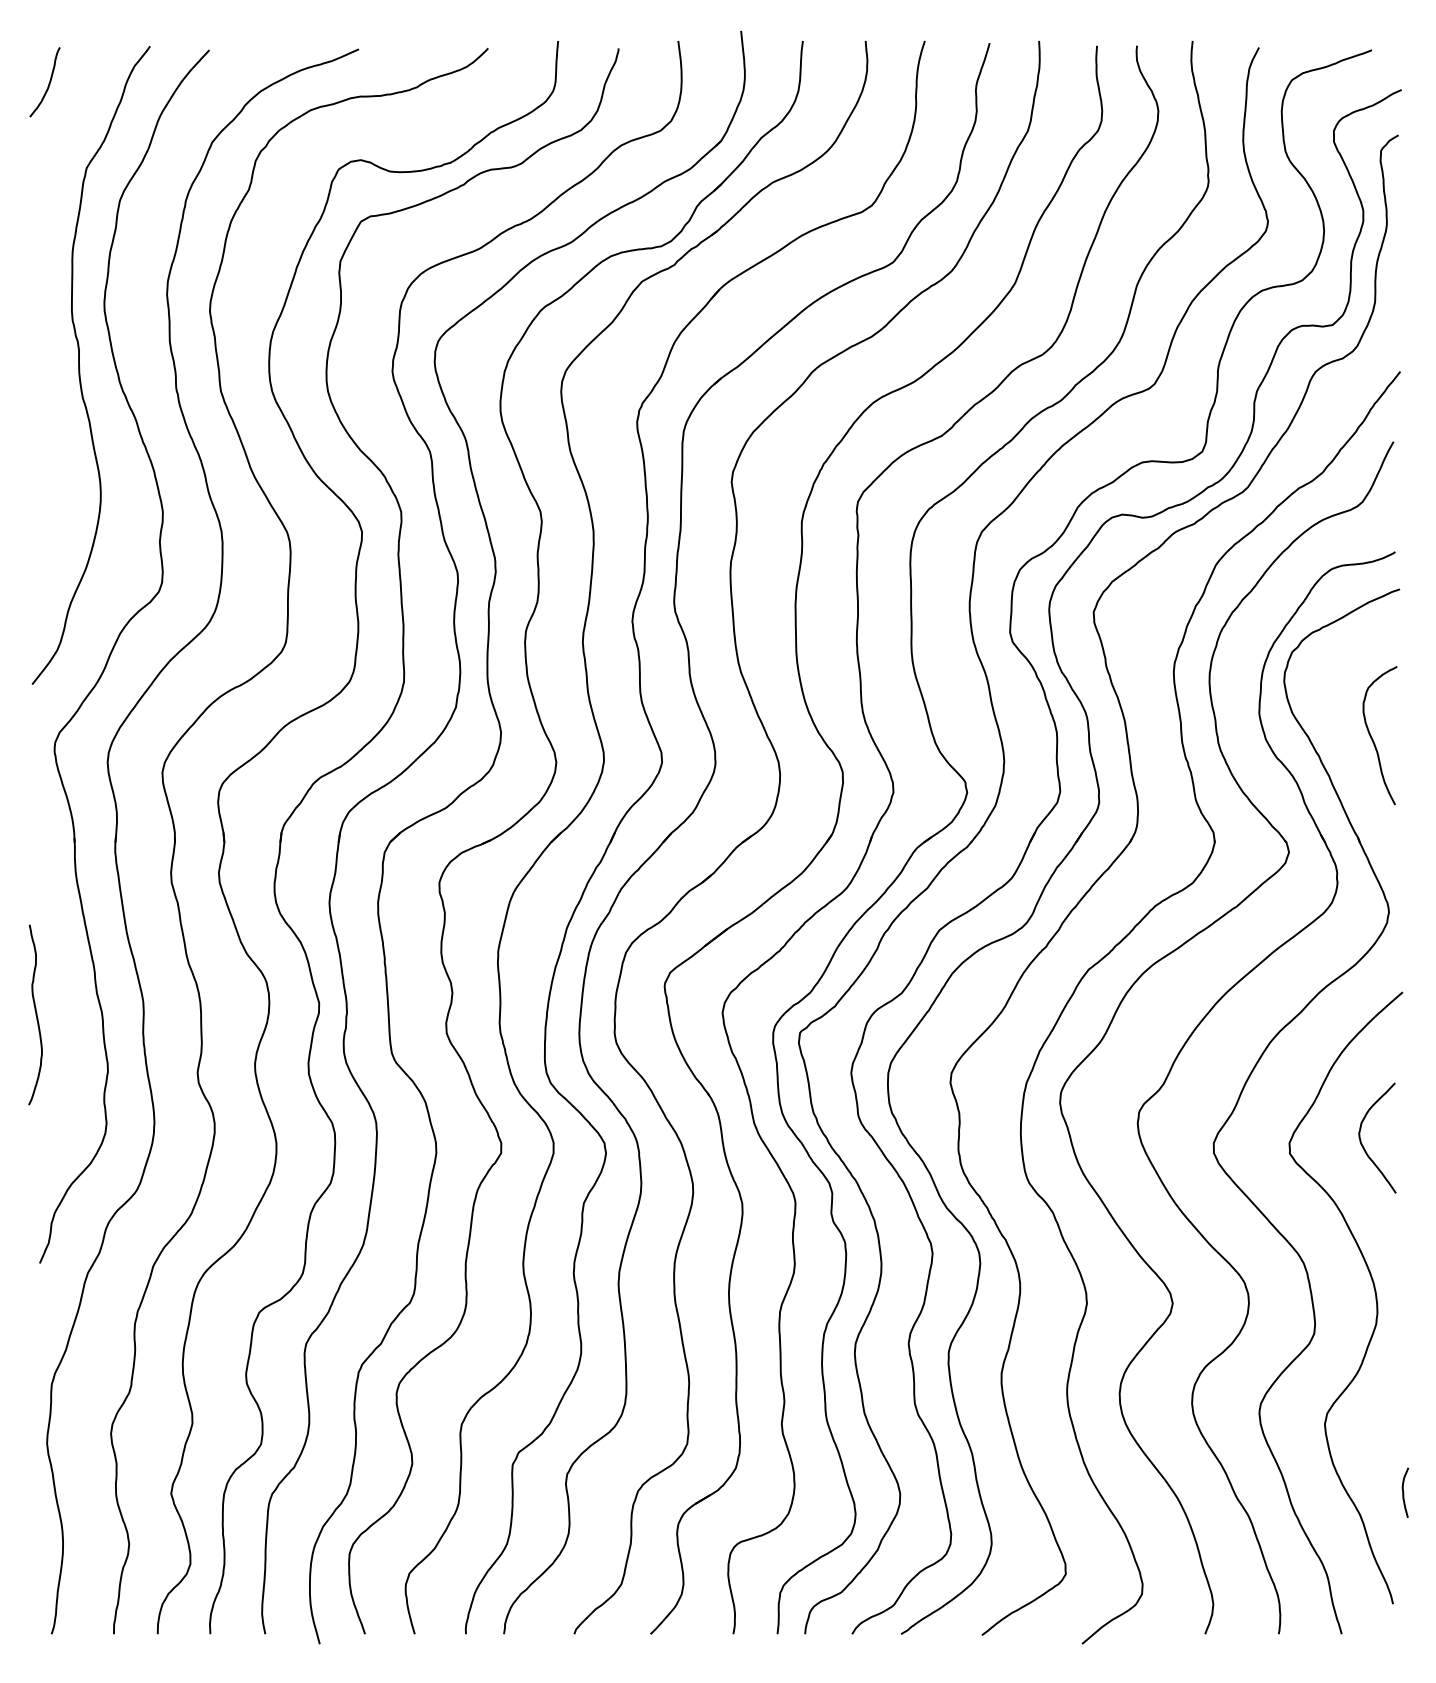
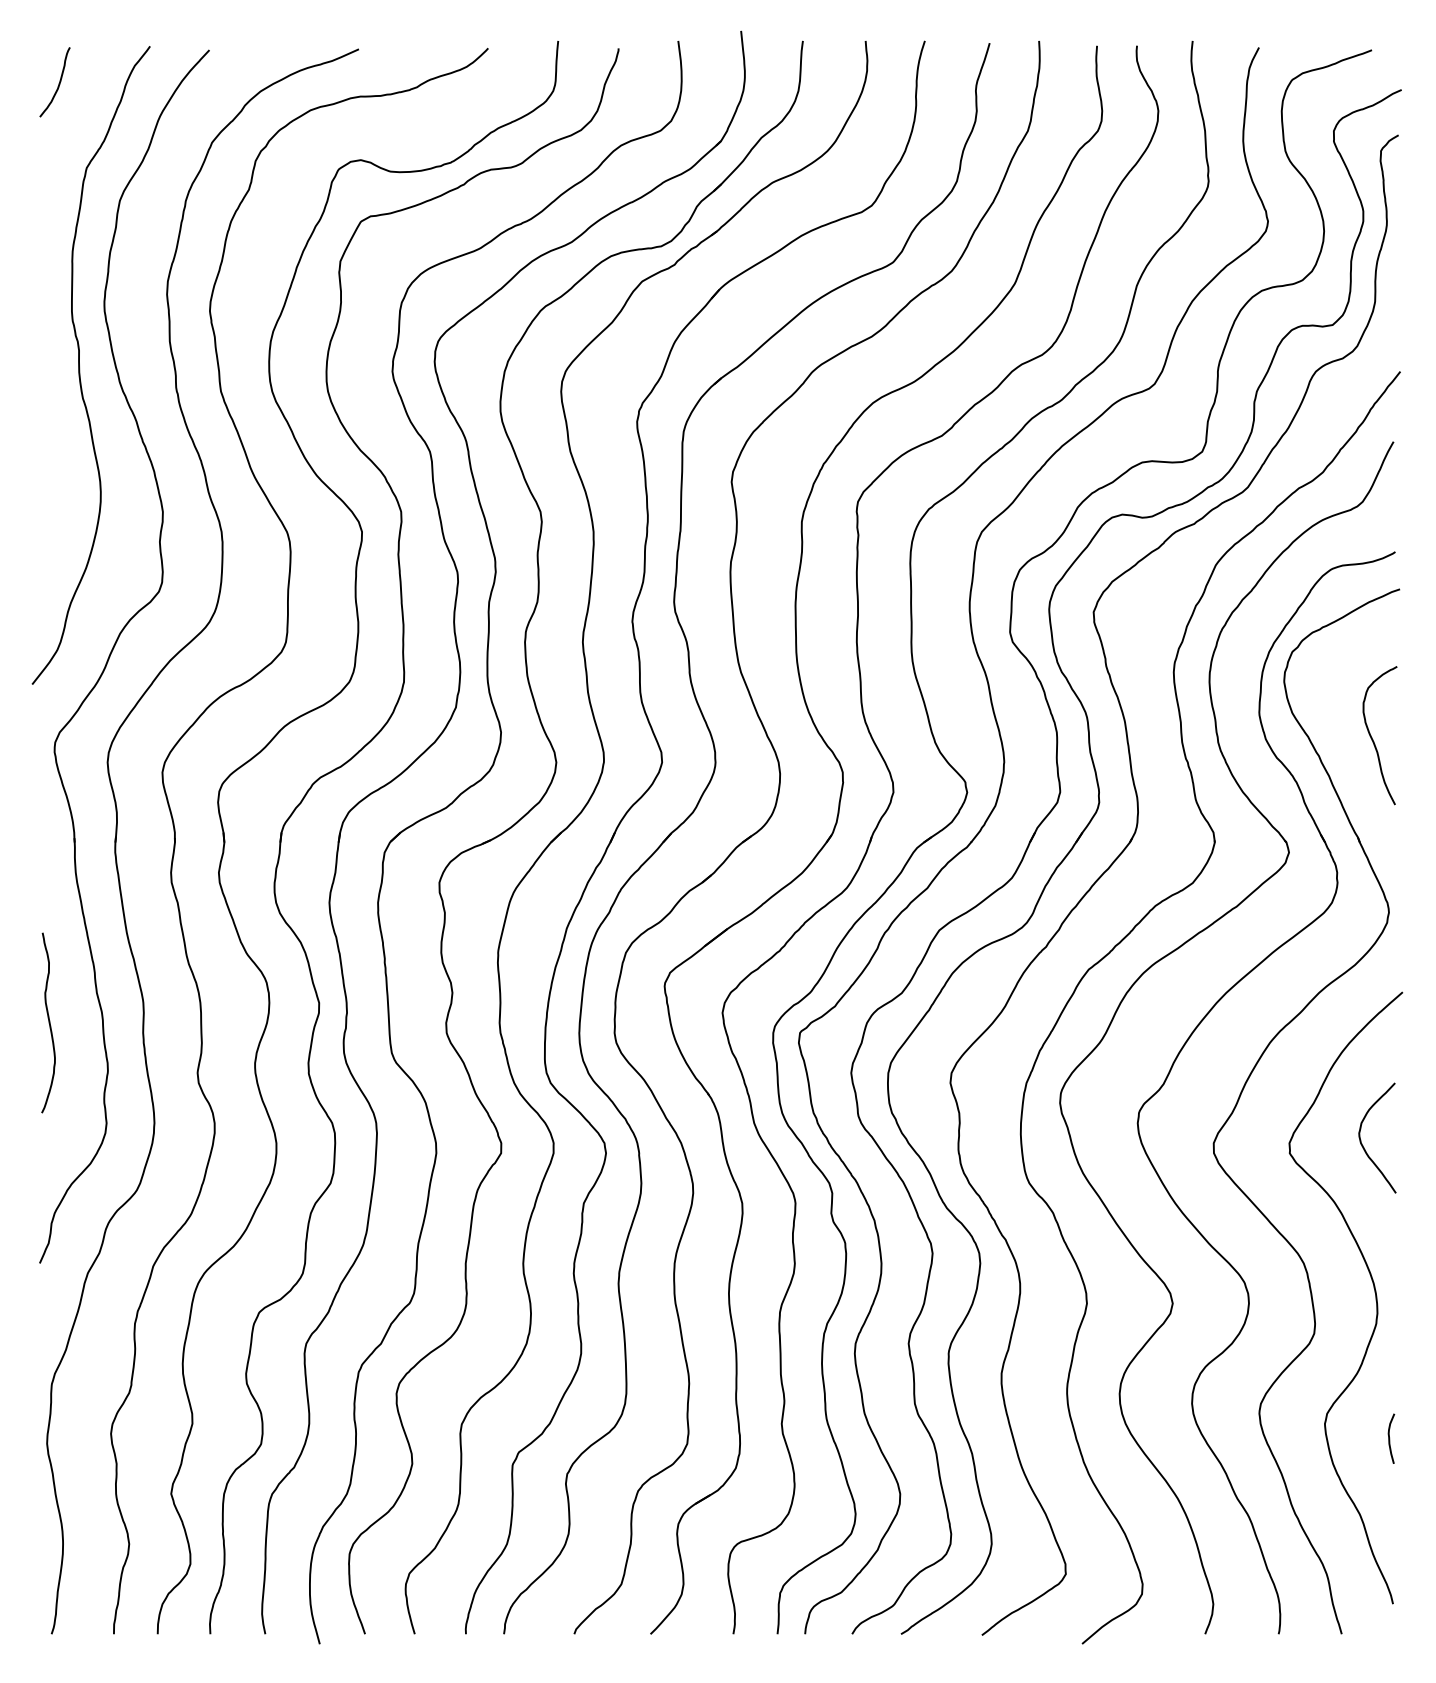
curve at (48, 83) position: (48, 83) -> (58, 83)
curve at (35, 1014) position: (35, 1014) -> (48, 1022)
curve at (1404, 1492) position: (1404, 1492) -> (1390, 1438)
